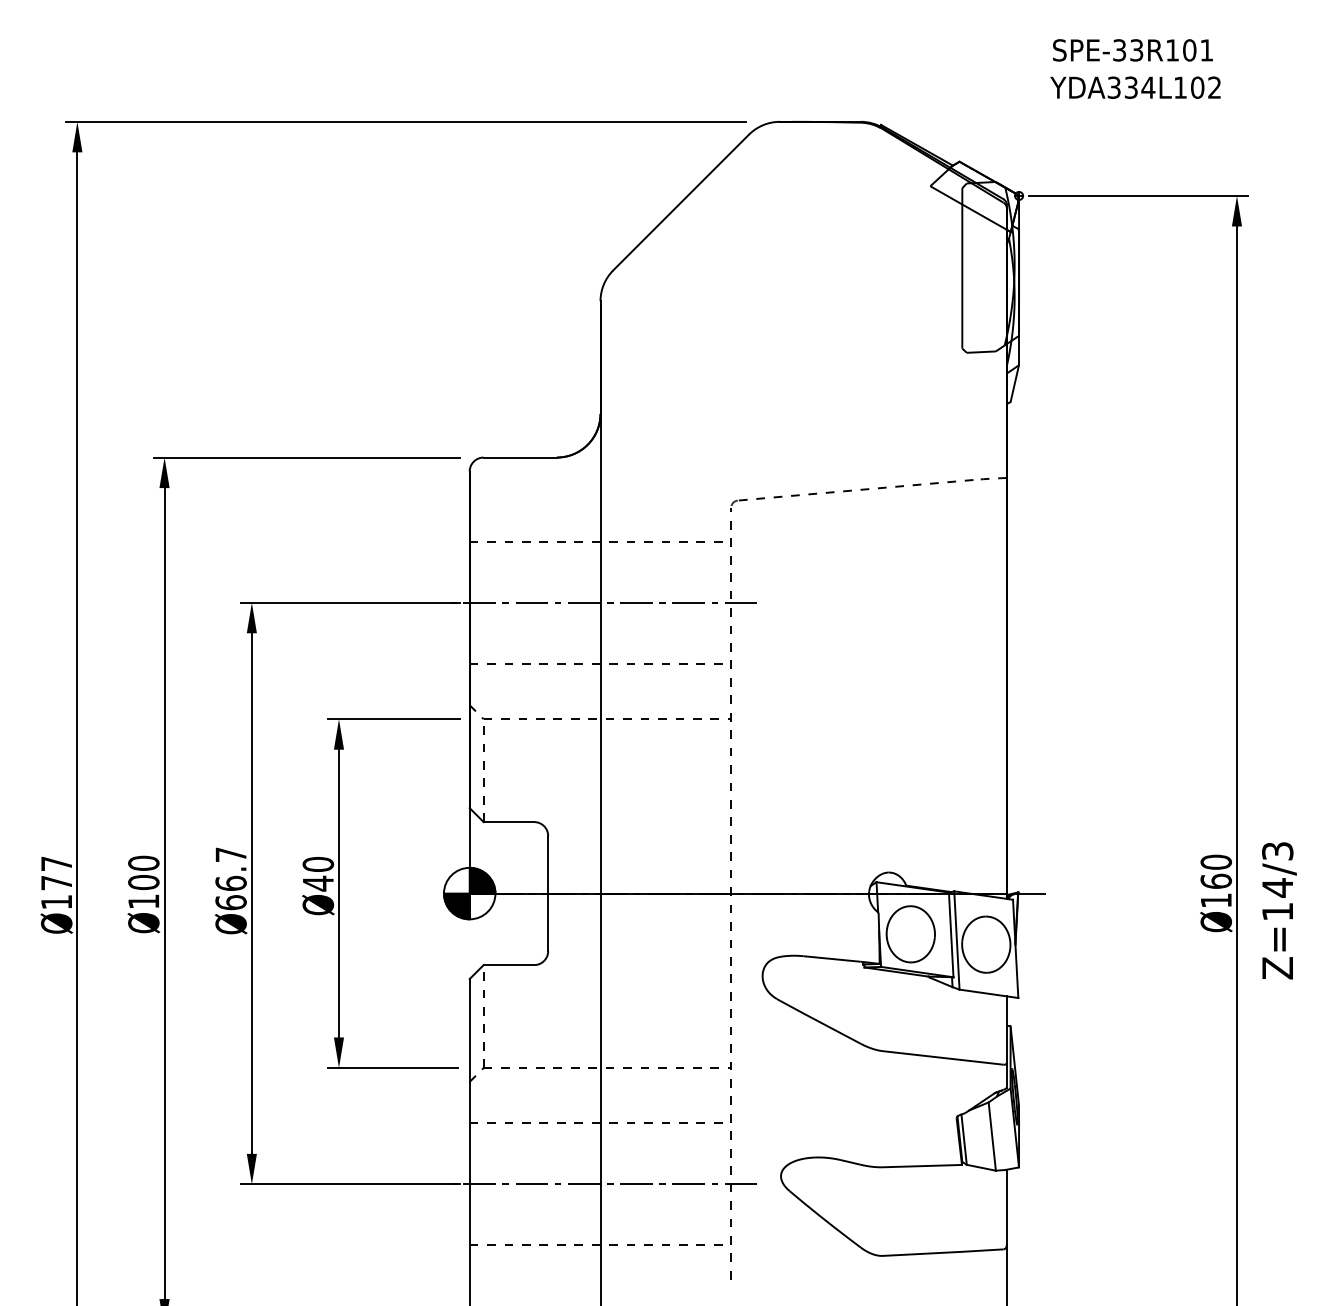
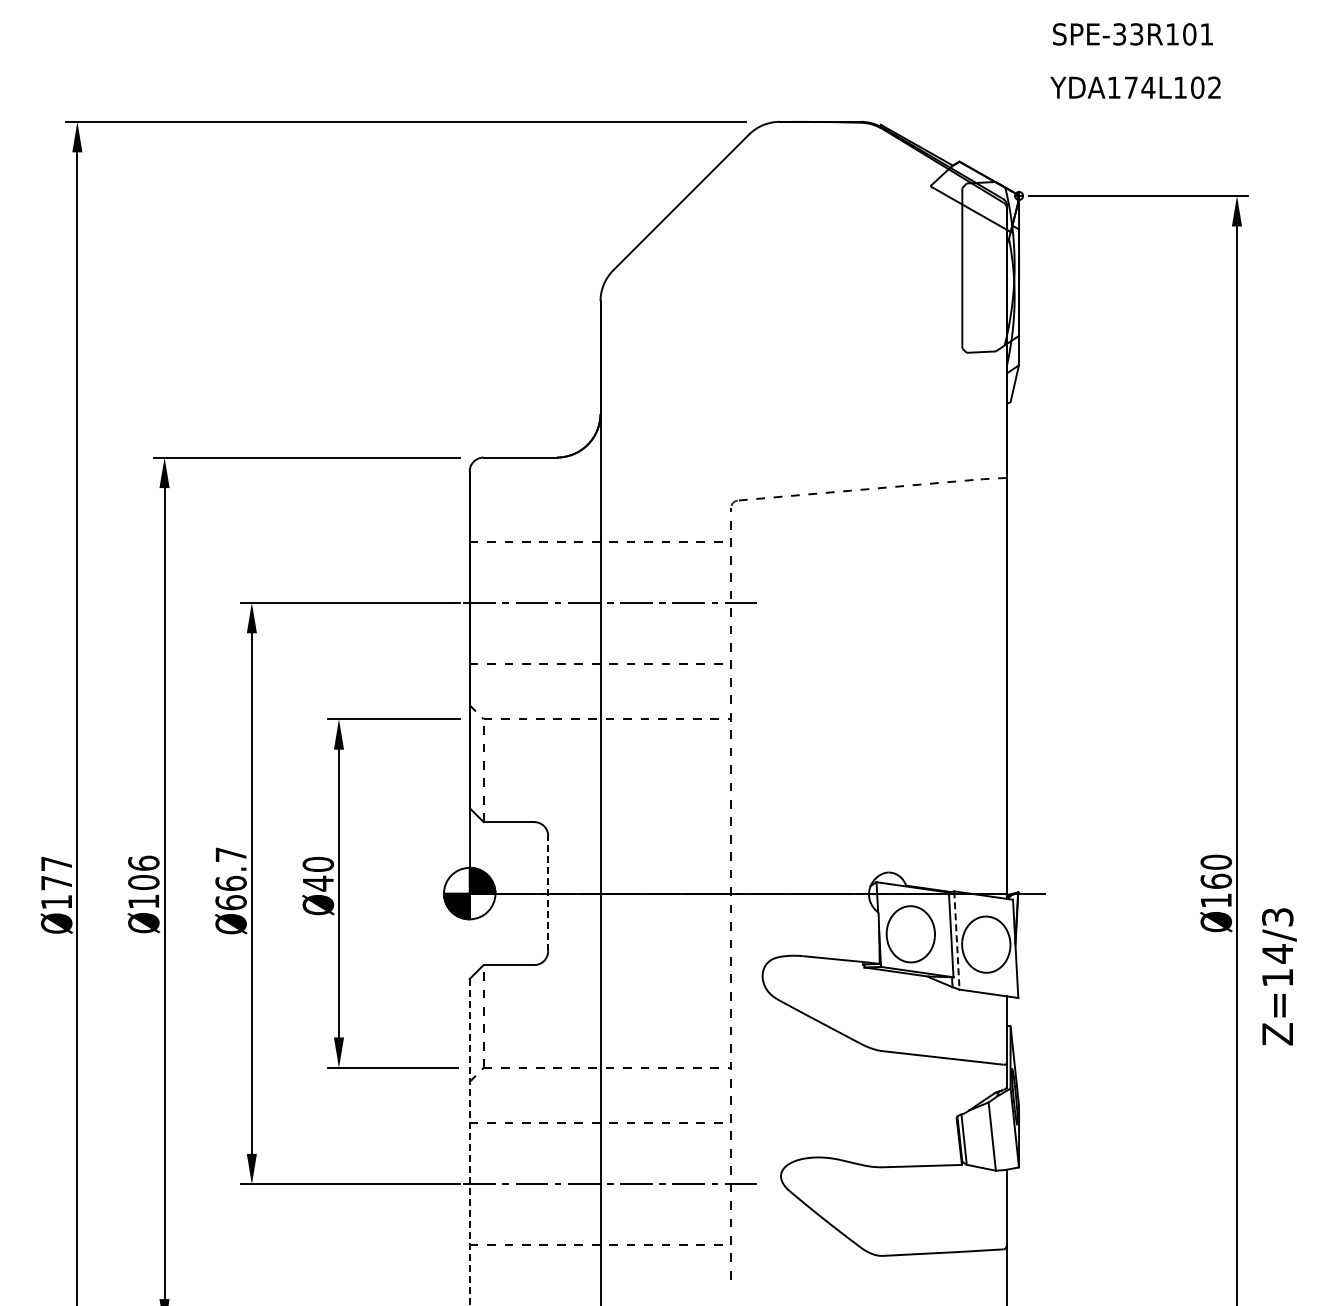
text at (1132, 50) position: (1132, 50) -> (1132, 34)
text at (1122, 87): YDA334L102 -> YDA174L102
text at (143, 862): Ø100 -> Ø106
line at (548, 893): solid -> dashed
text at (1279, 910) position: (1279, 910) -> (1279, 976)
line at (956, 940): solid -> dashed
line at (469, 1141): solid -> dashed
